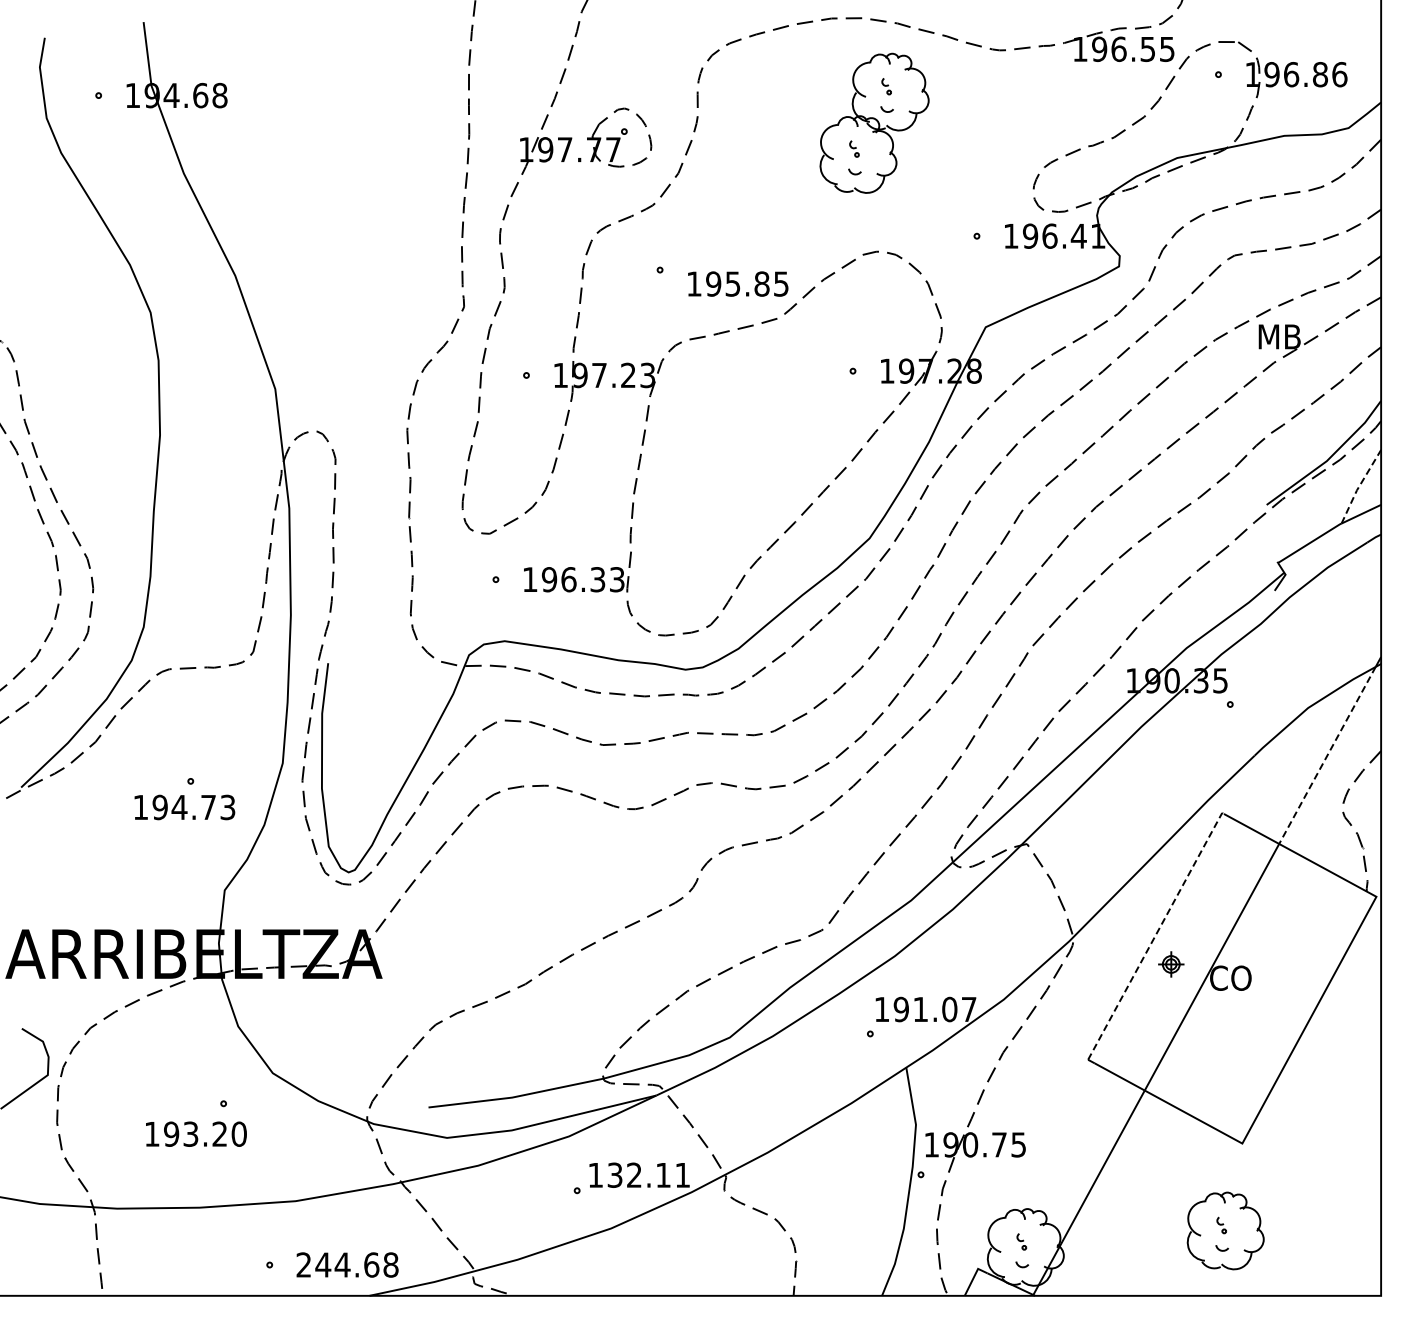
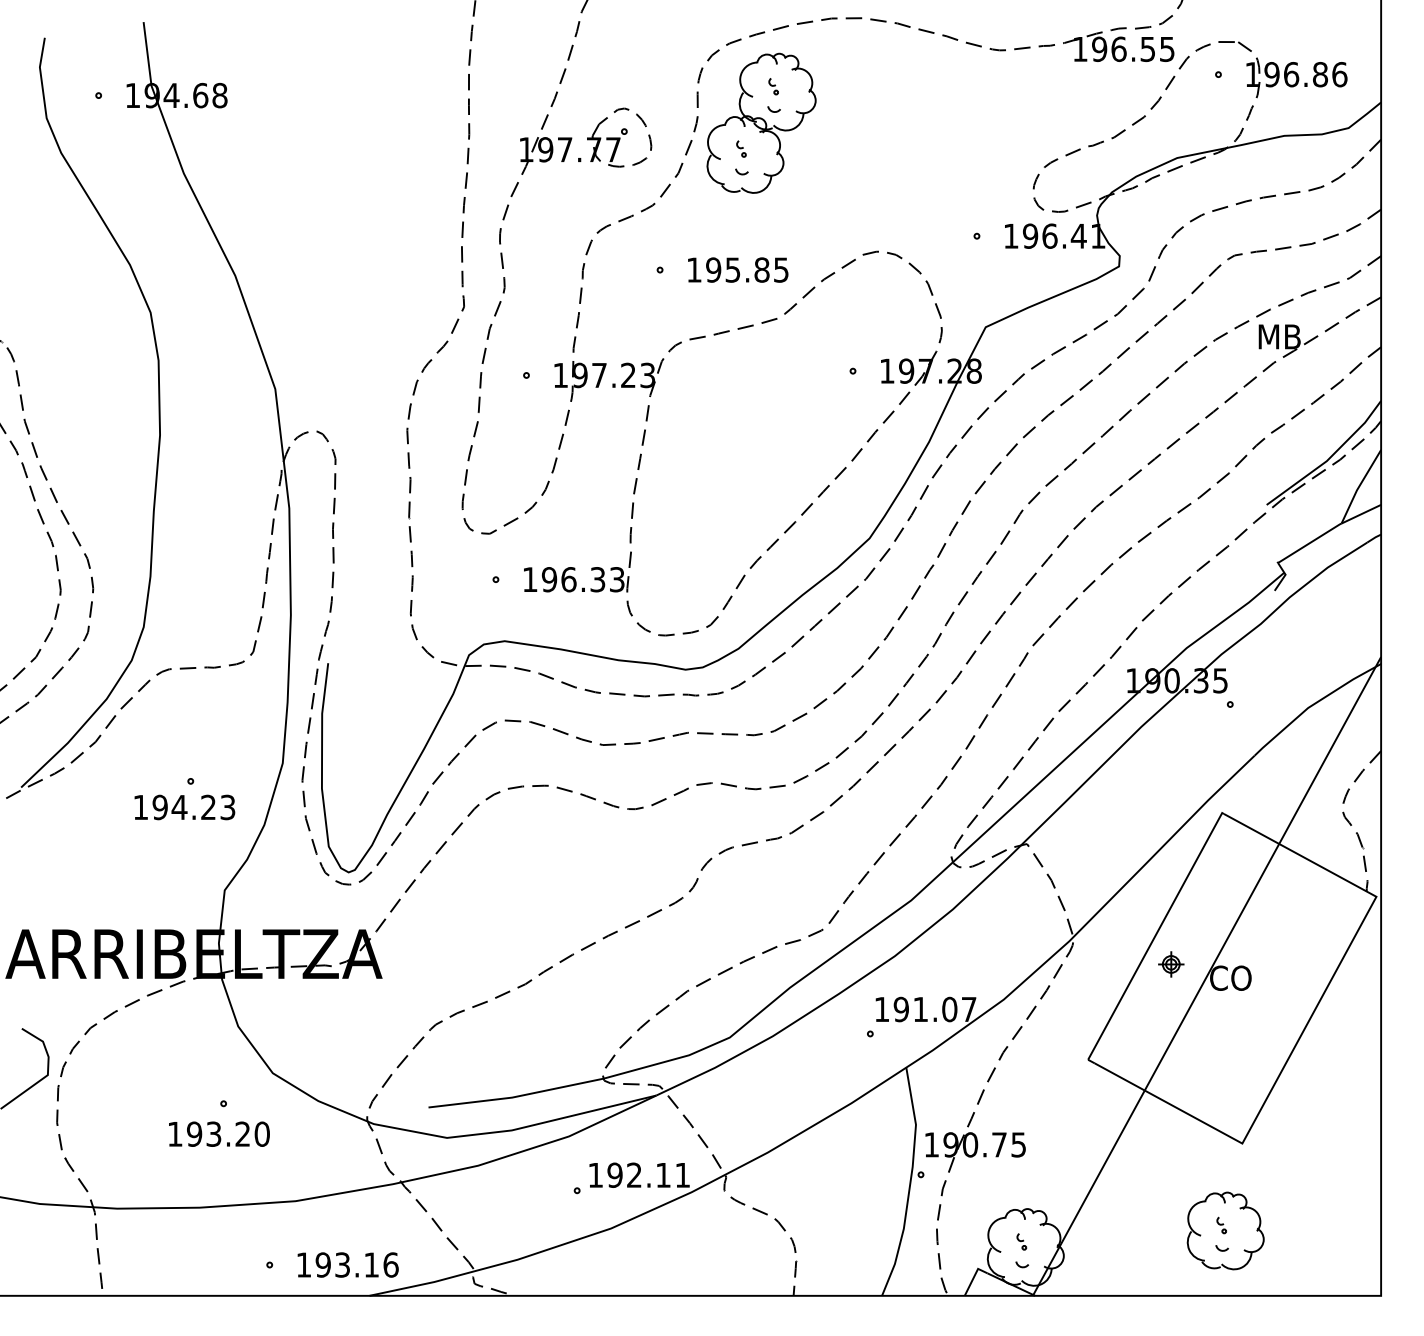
part at (874, 122) position: (874, 122) -> (761, 122)
text at (738, 283) position: (738, 283) -> (738, 269)
line at (1359, 486): dashed -> solid
line at (1327, 755): dashed -> solid
text at (208, 806): 194.73 -> 194.23
line at (1155, 935): dashed -> solid
text at (196, 1133) position: (196, 1133) -> (219, 1133)
text at (614, 1174): 132.11 -> 192.11
text at (347, 1264): 244.68 -> 193.16
